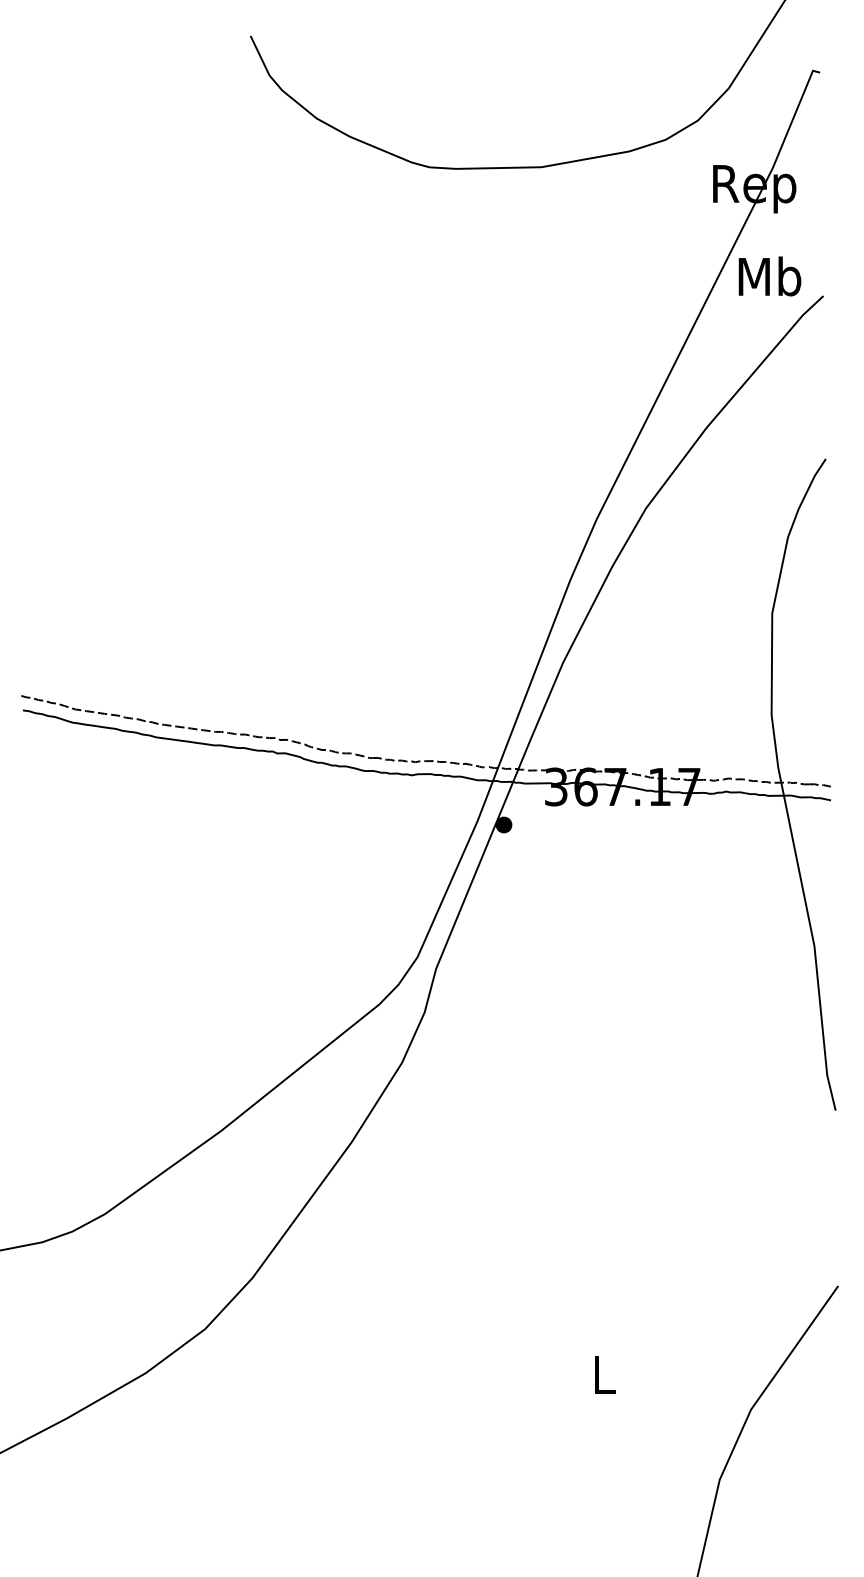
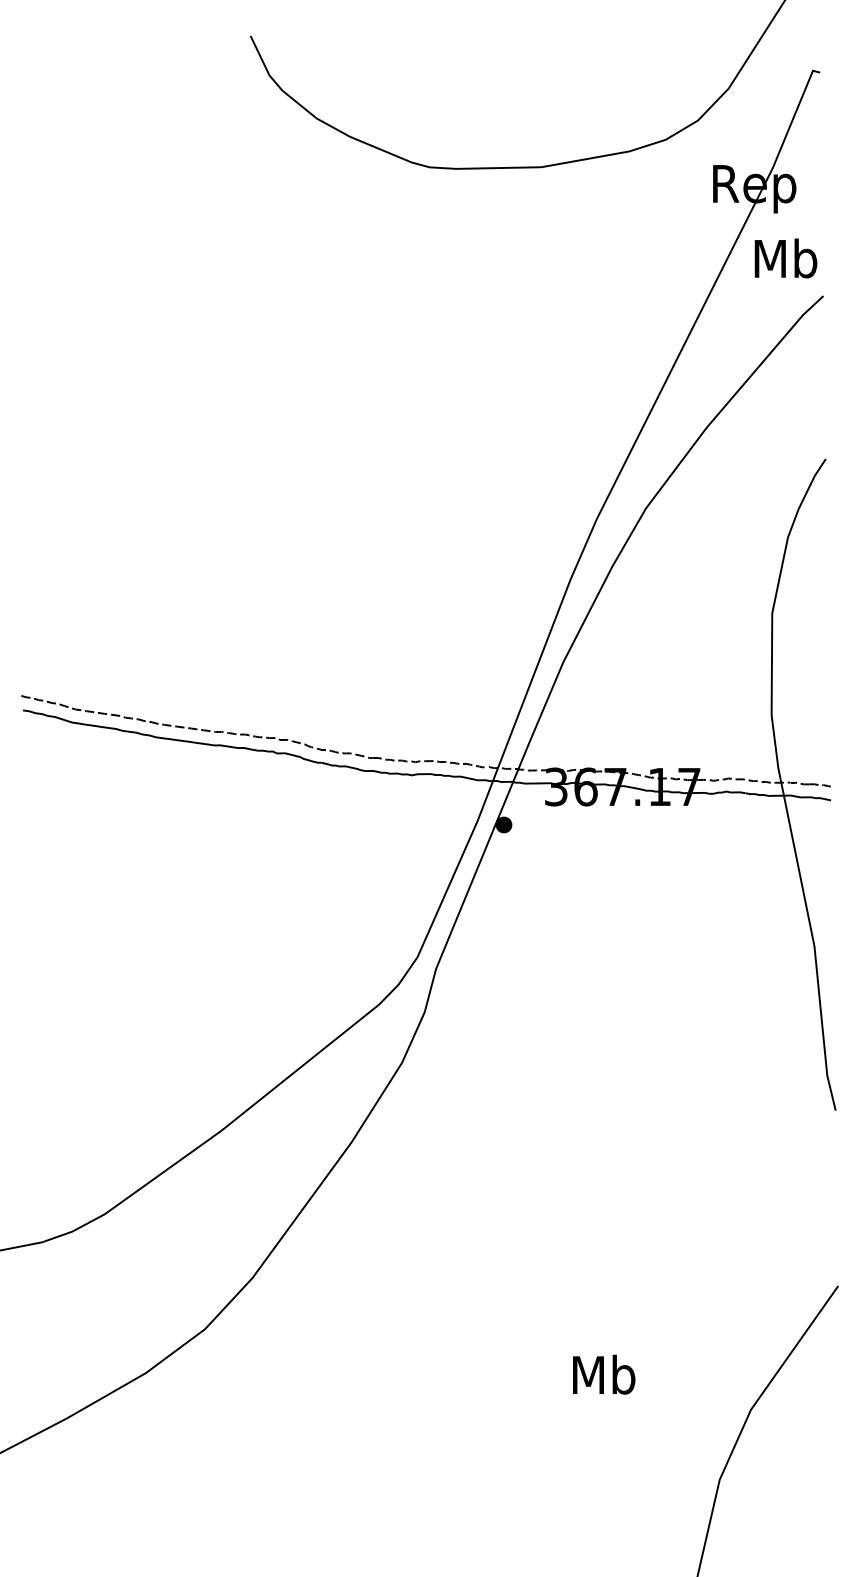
text at (769, 276) position: (769, 276) -> (785, 258)
text at (604, 1374): L -> Mb
